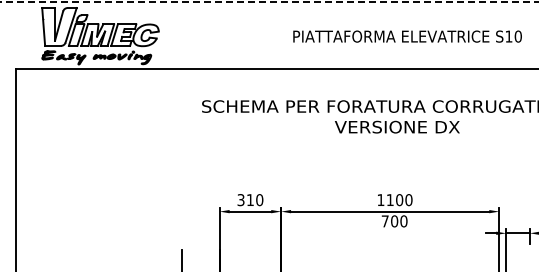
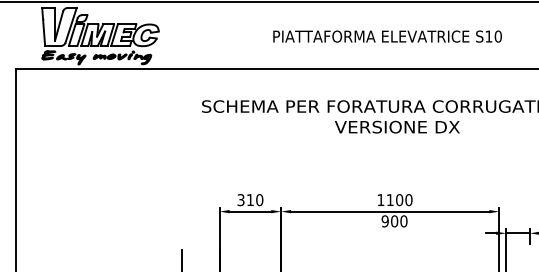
line at (269, 1): dashed -> solid
text at (407, 36) position: (407, 36) -> (387, 36)
text at (384, 221): 700 -> 900
